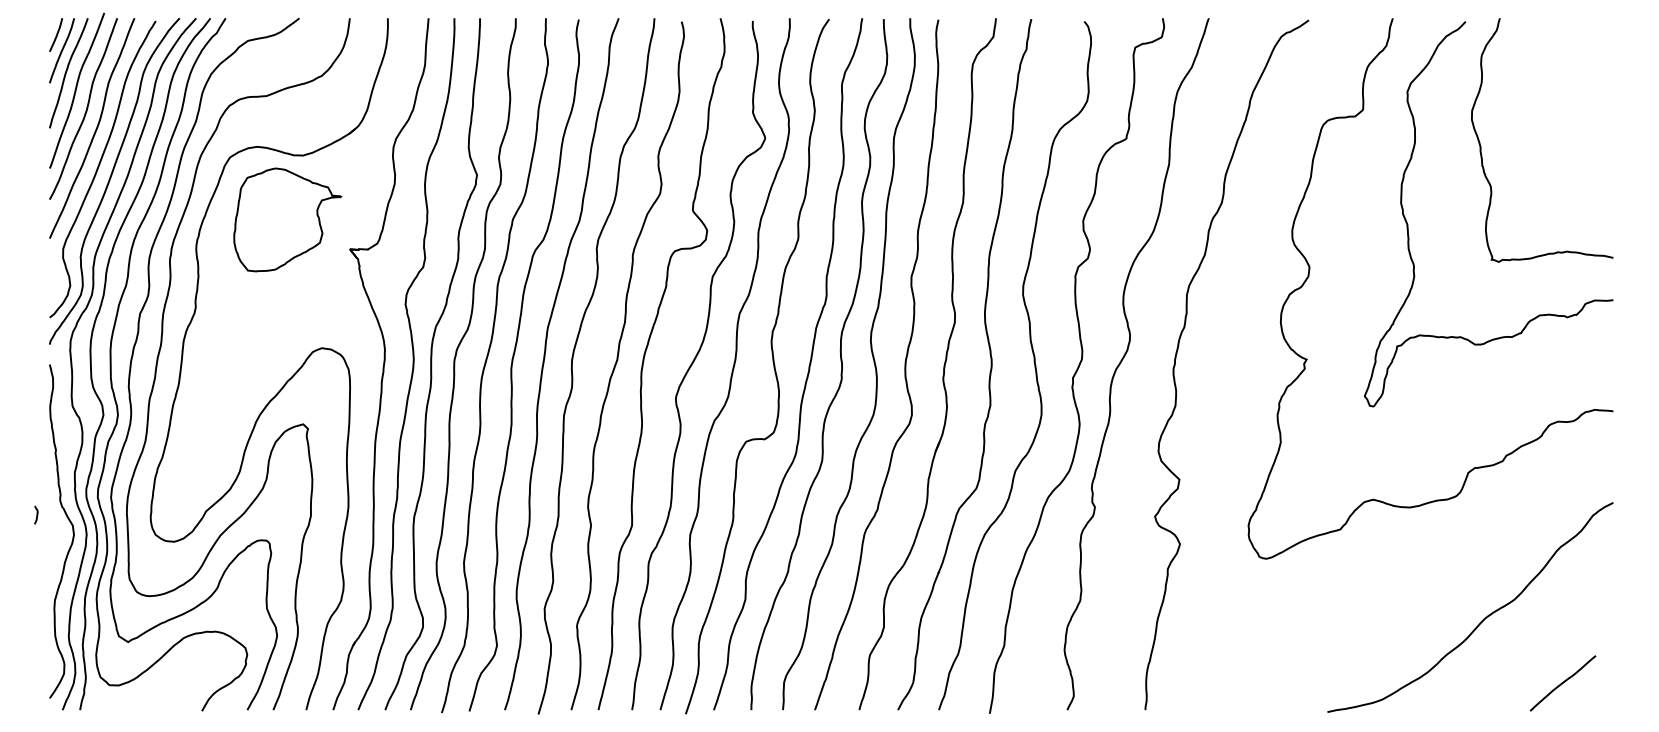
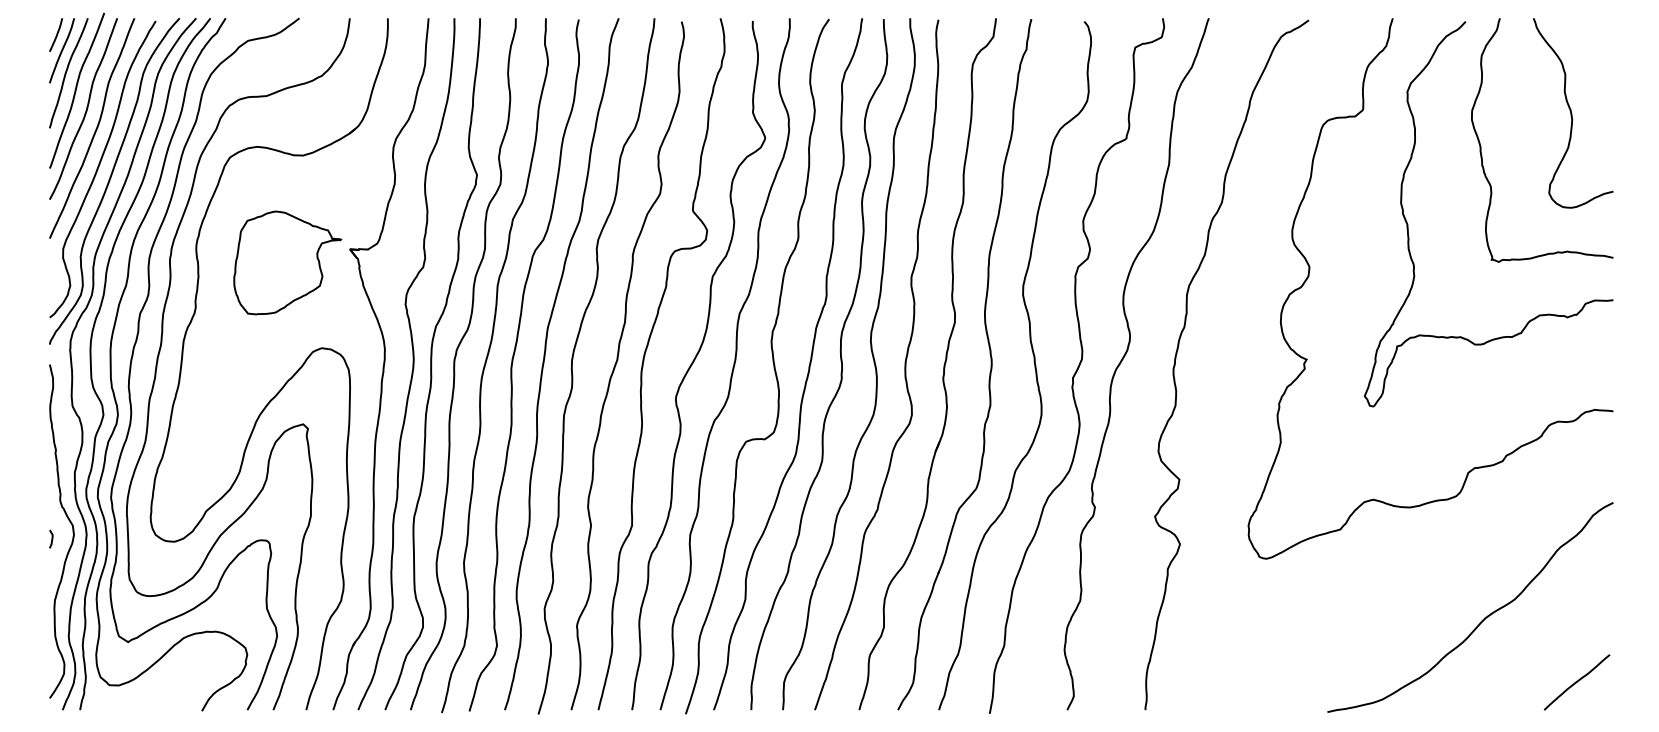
curve at (1572, 113): none -> present
part at (287, 219) position: (287, 219) -> (287, 262)
curve at (36, 514) position: (36, 514) -> (51, 538)
curve at (1562, 683) position: (1562, 683) -> (1576, 682)
